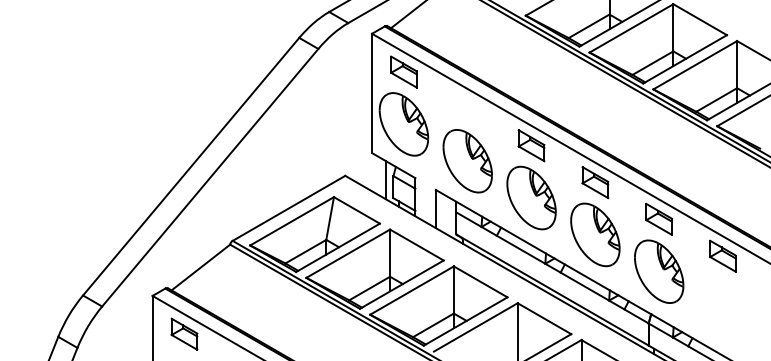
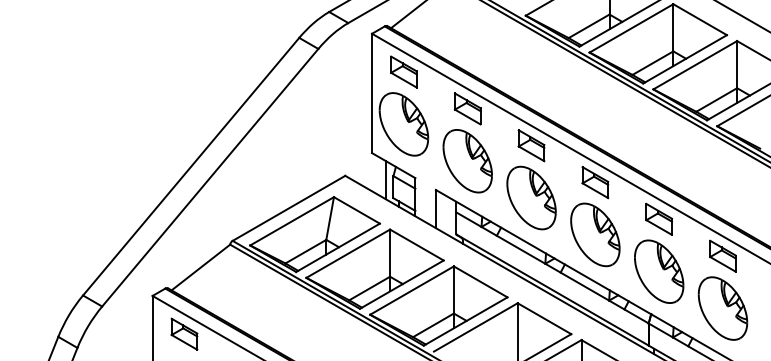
line at (742, 16): none -> present
part at (467, 108): none -> present
part at (722, 308): none -> present
